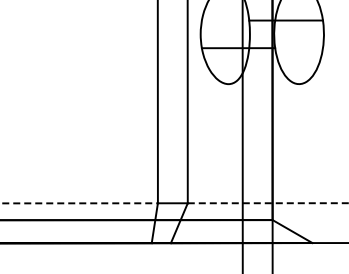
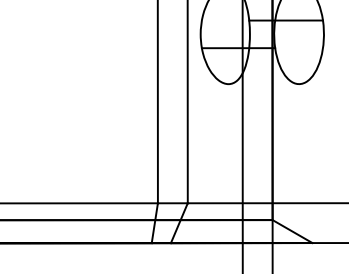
line at (78, 203): dashed -> solid
line at (268, 203): dashed -> solid
